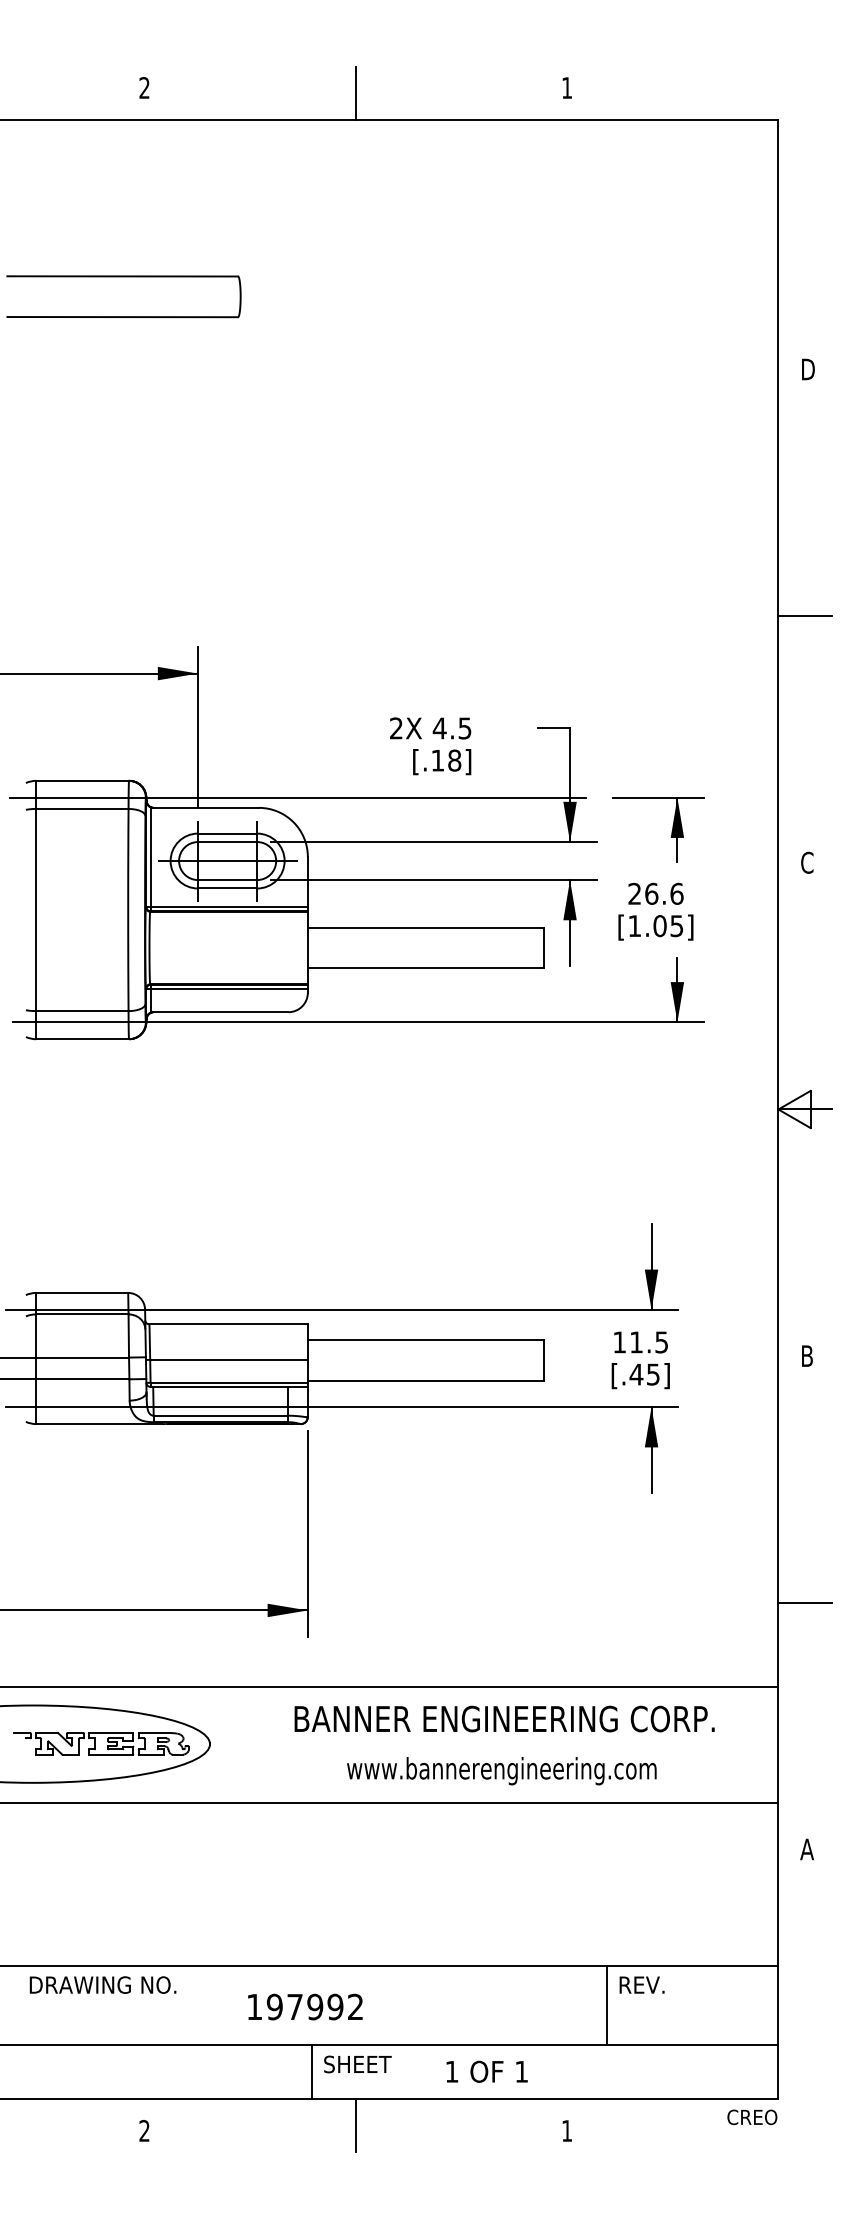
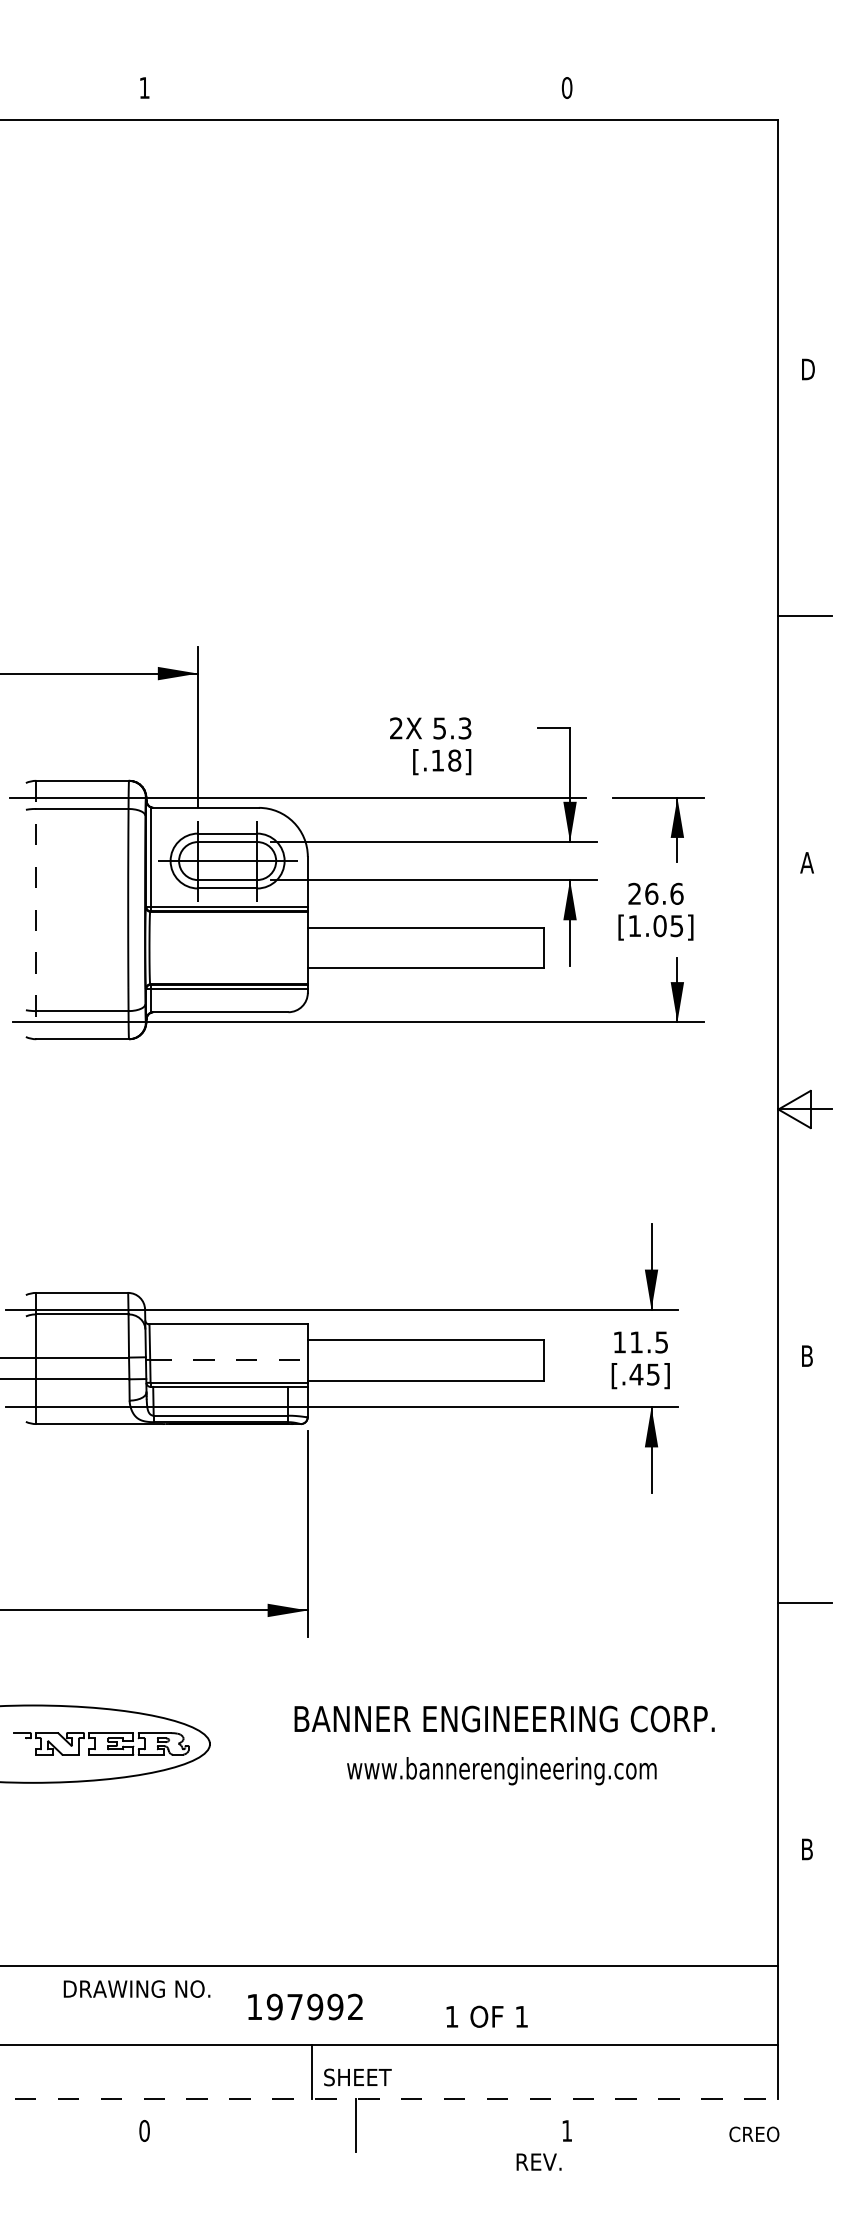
text at (144, 87): 2 -> 1
text at (566, 88): 1 -> 0
line at (355, 93): present -> none
part at (123, 277): present -> none
text at (451, 728): 4.5 -> 5.3
text at (806, 862): C -> A
line at (36, 910): solid -> dashed
line at (229, 1359): solid -> dashed
line at (390, 1686): present -> none
line at (390, 1802): present -> none
text at (806, 1849): A -> B
text at (102, 1984) position: (102, 1984) -> (136, 1988)
text at (641, 1984) position: (641, 1984) -> (538, 2161)
line at (606, 2005): present -> none
text at (357, 2064) position: (357, 2064) -> (357, 2077)
text at (486, 2071) position: (486, 2071) -> (486, 2016)
line at (389, 2098): solid -> dashed
text at (752, 2117) position: (752, 2117) -> (754, 2134)
text at (144, 2130): 2 -> 0
